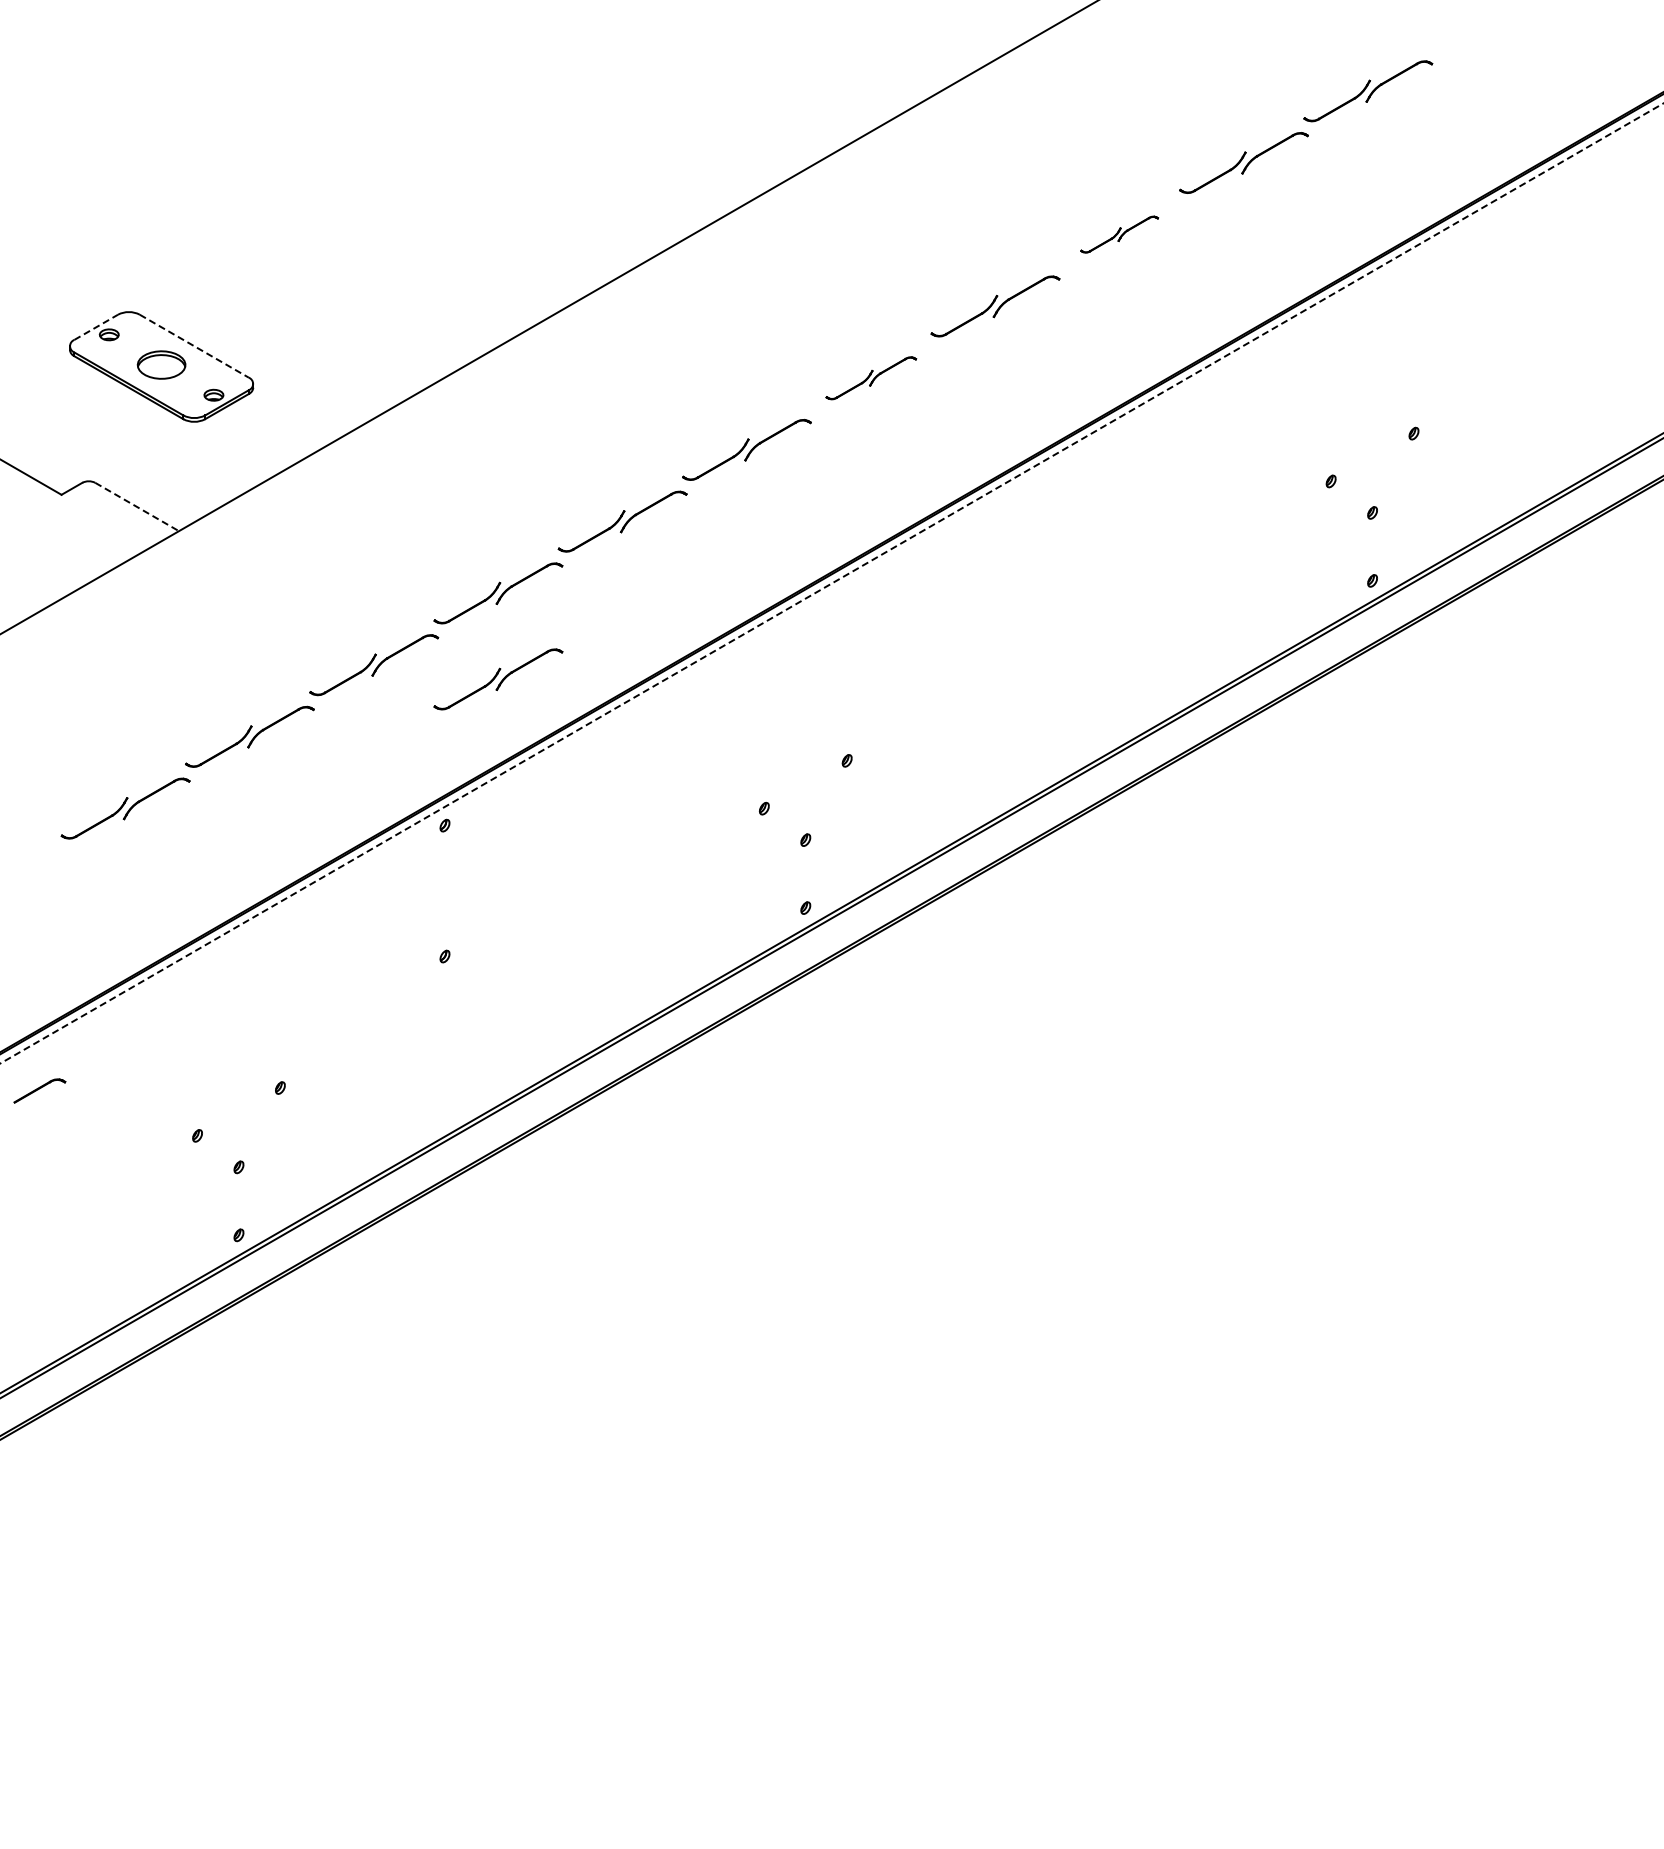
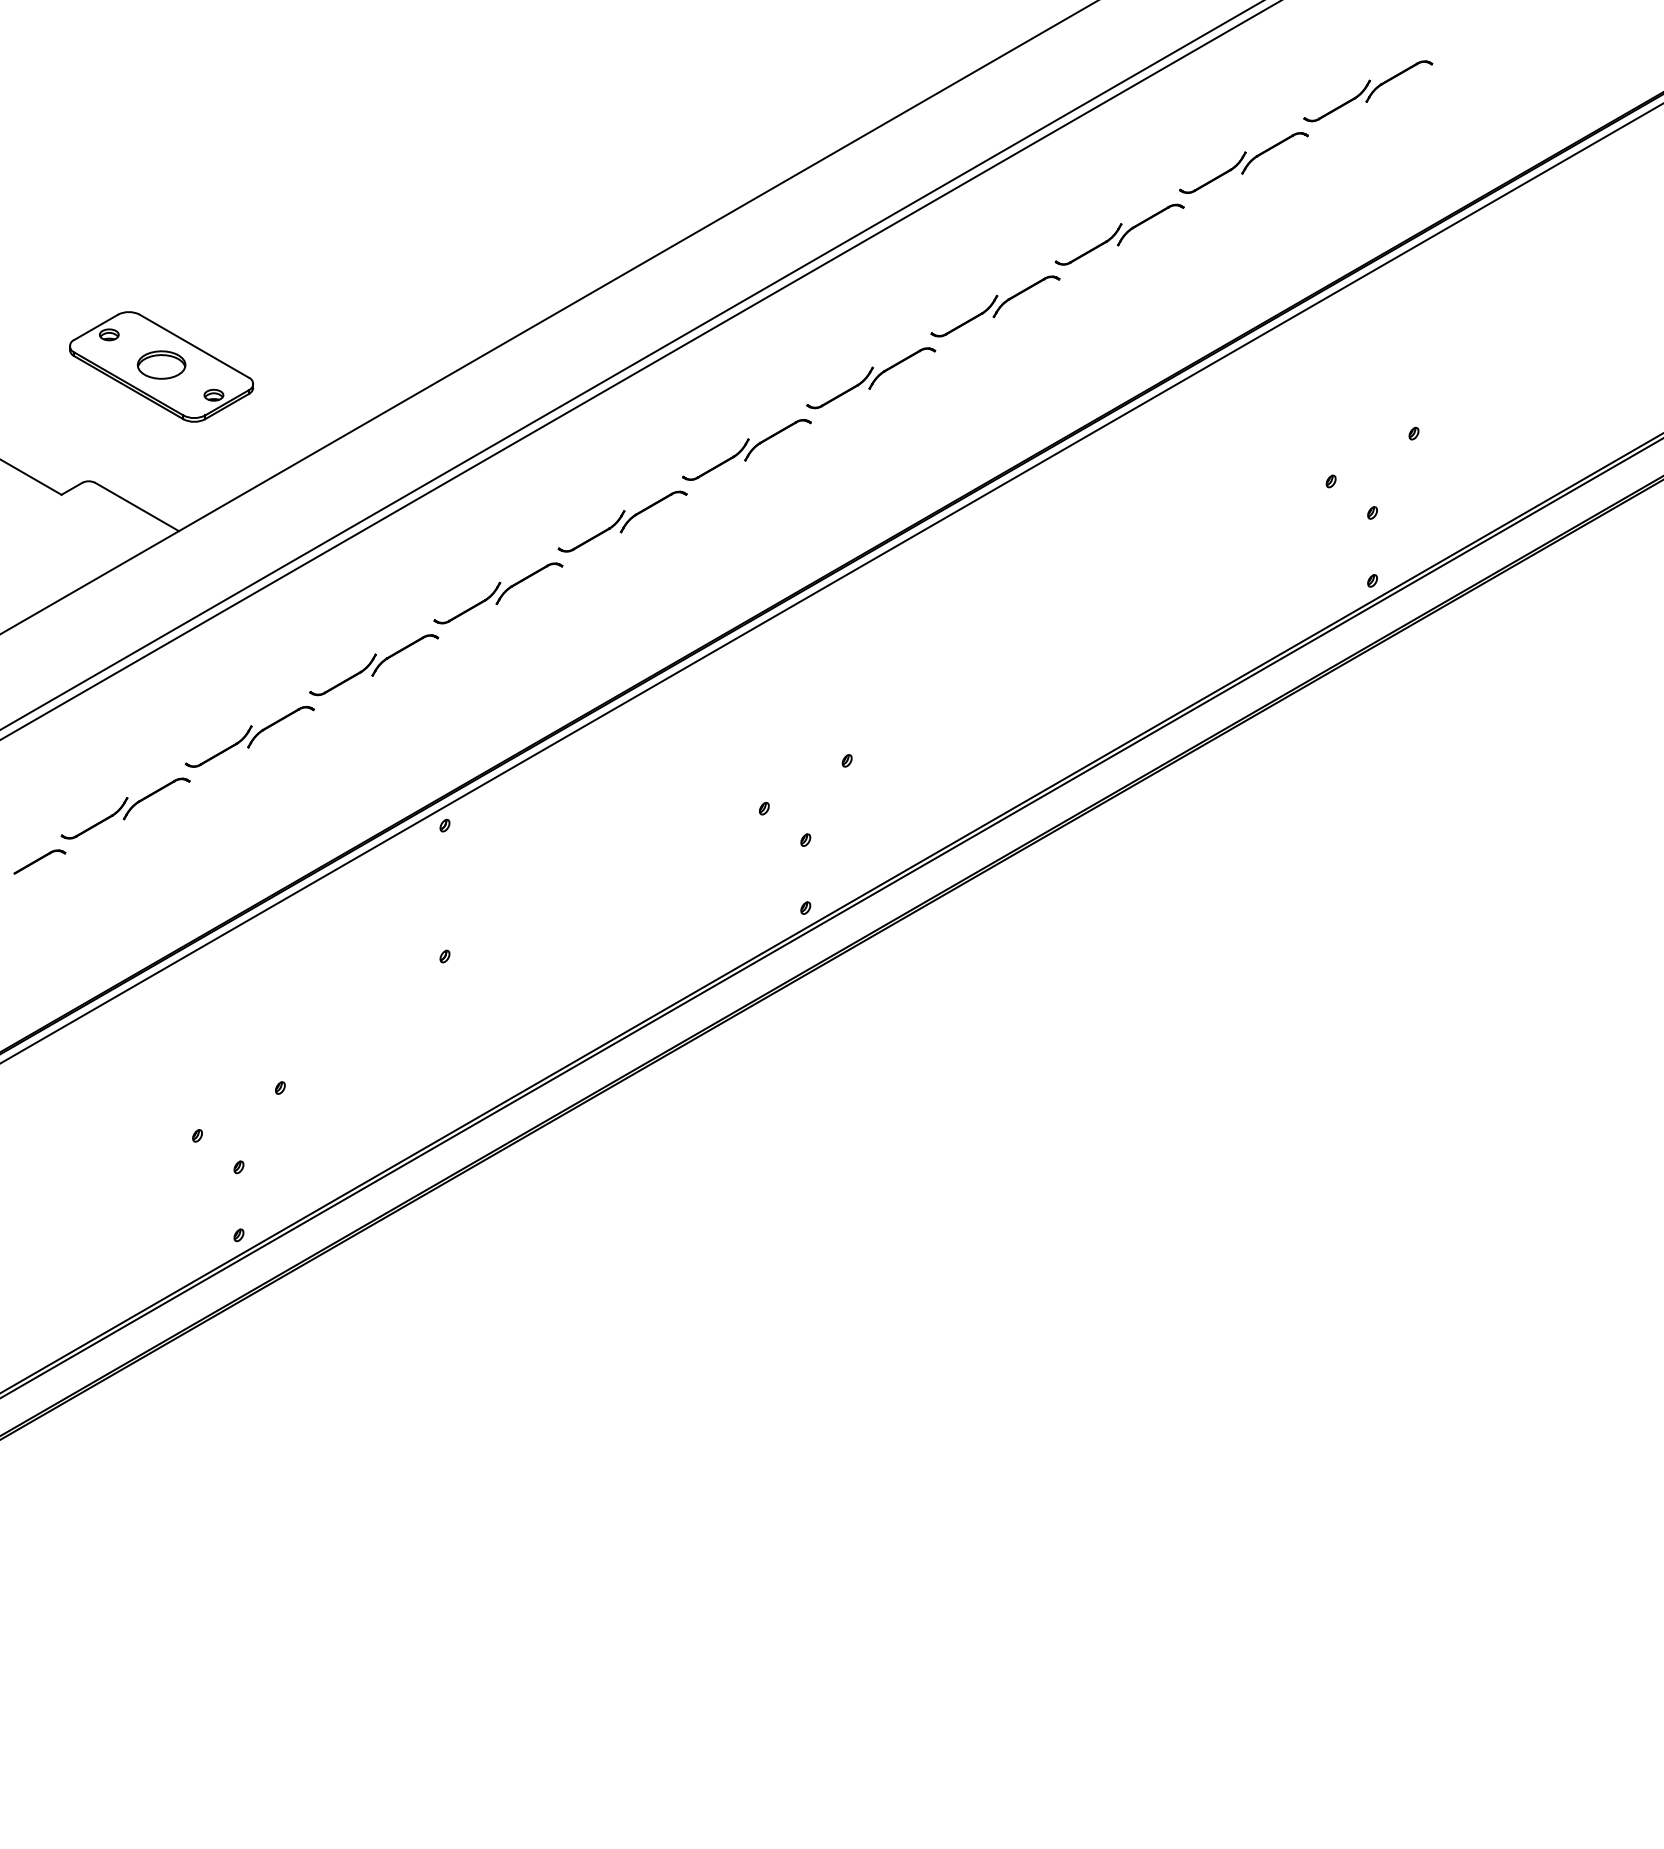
part at (1119, 234) size: 80x39 px -> 131x63 px
line at (96, 327): dashed -> solid
line at (194, 346): dashed -> solid
line at (631, 365): none -> present
line at (640, 370): none -> present
part at (871, 378) size: 93x45 px -> 131x63 px
line at (137, 507): dashed -> solid
line at (832, 583): dashed -> solid
part at (498, 679): present -> none
part at (39, 1090) position: (39, 1090) -> (39, 861)
